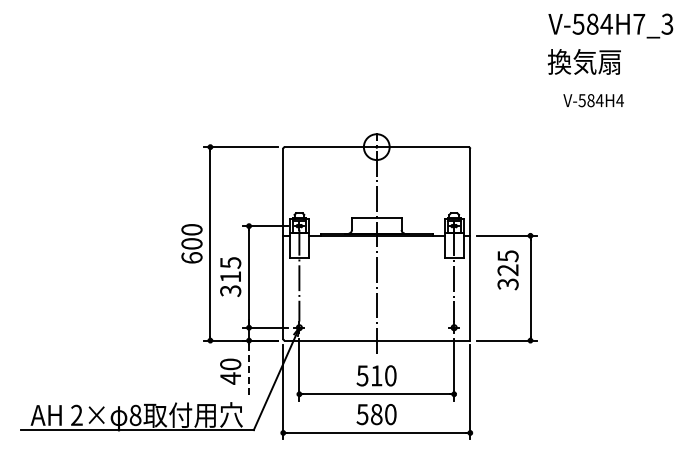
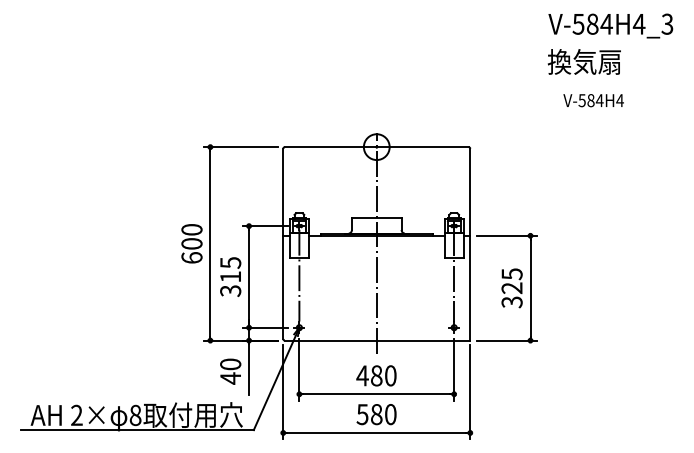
text at (638, 24): V-584H7_3 -> V-584H4_3
text at (507, 270) position: (507, 270) -> (511, 288)
line at (249, 370): dashed -> solid
text at (369, 375): 510 -> 480
